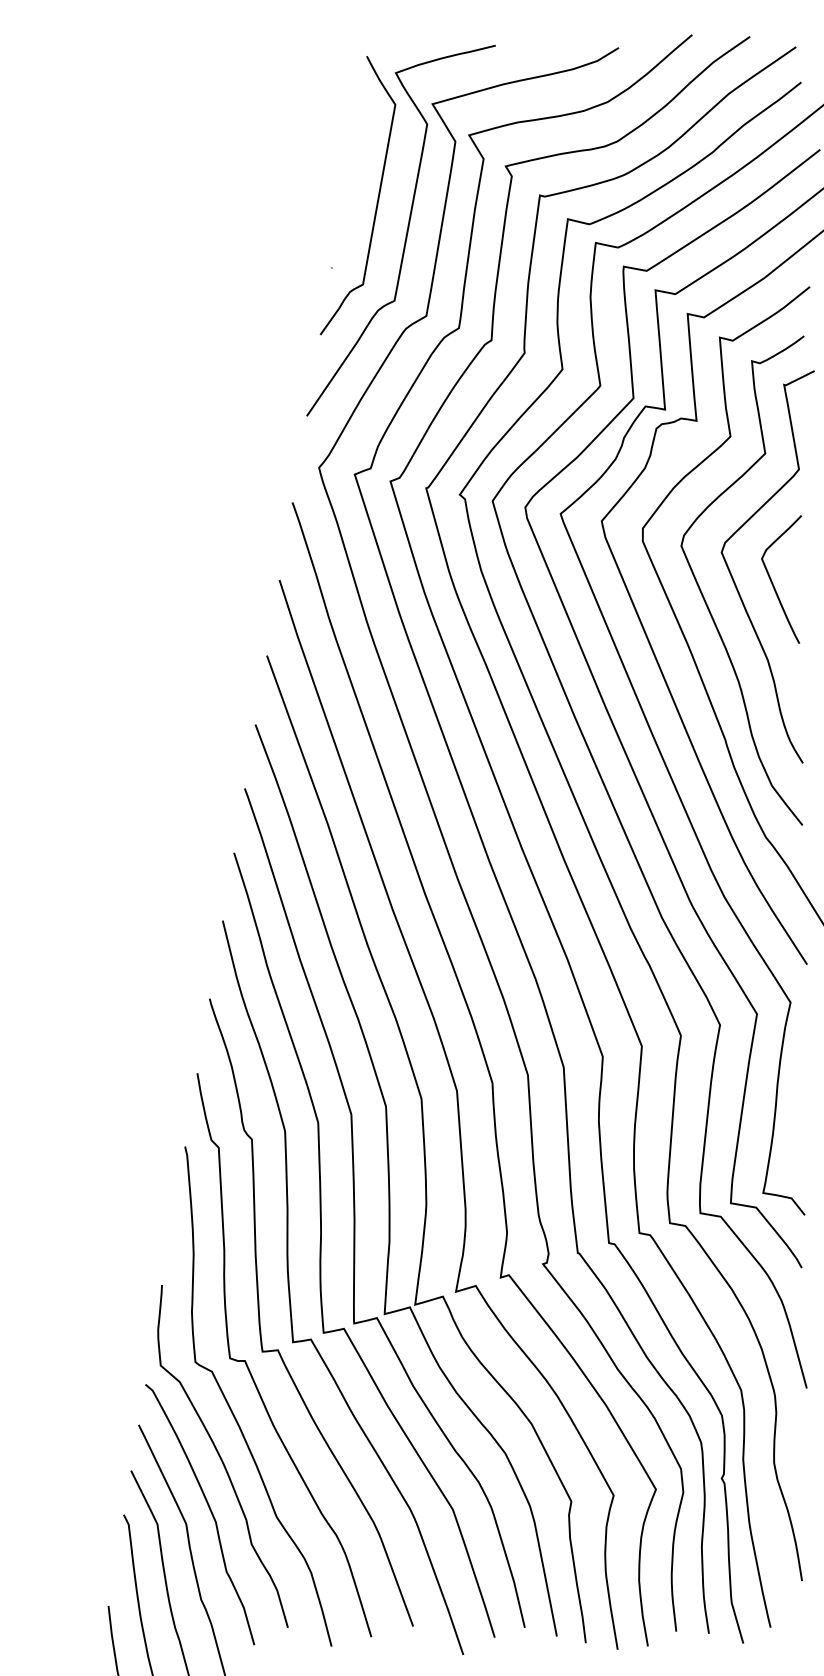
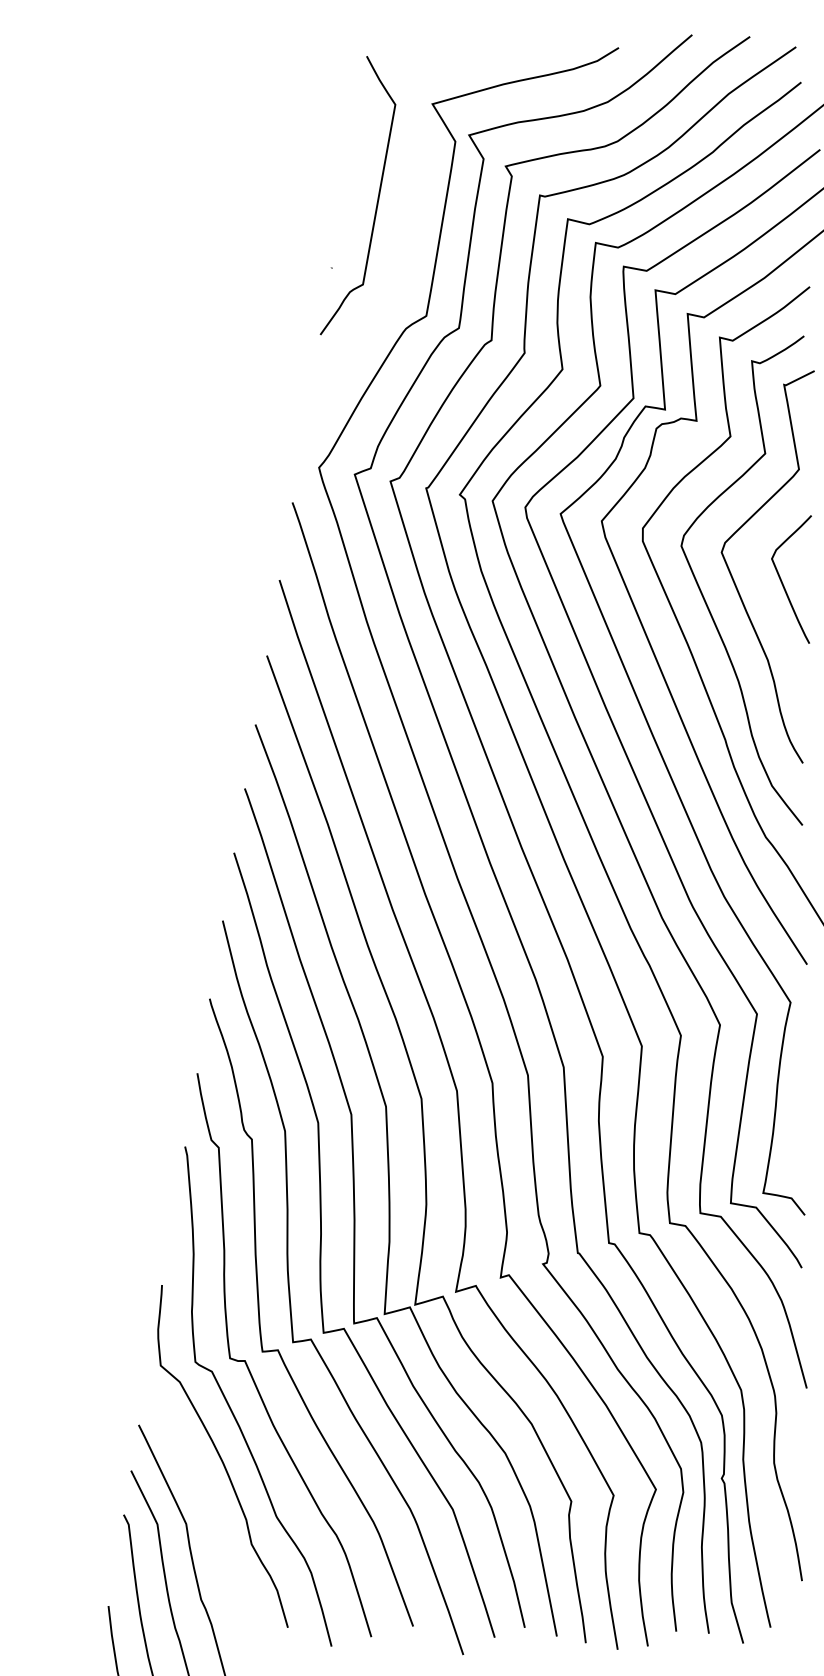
curve at (406, 230): present -> none
curve at (773, 583) position: (773, 583) -> (783, 583)
curve at (209, 1510): present -> none
